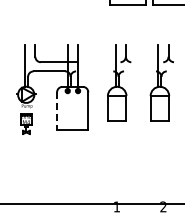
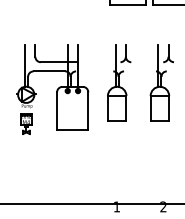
line at (57, 111): dashed -> solid
